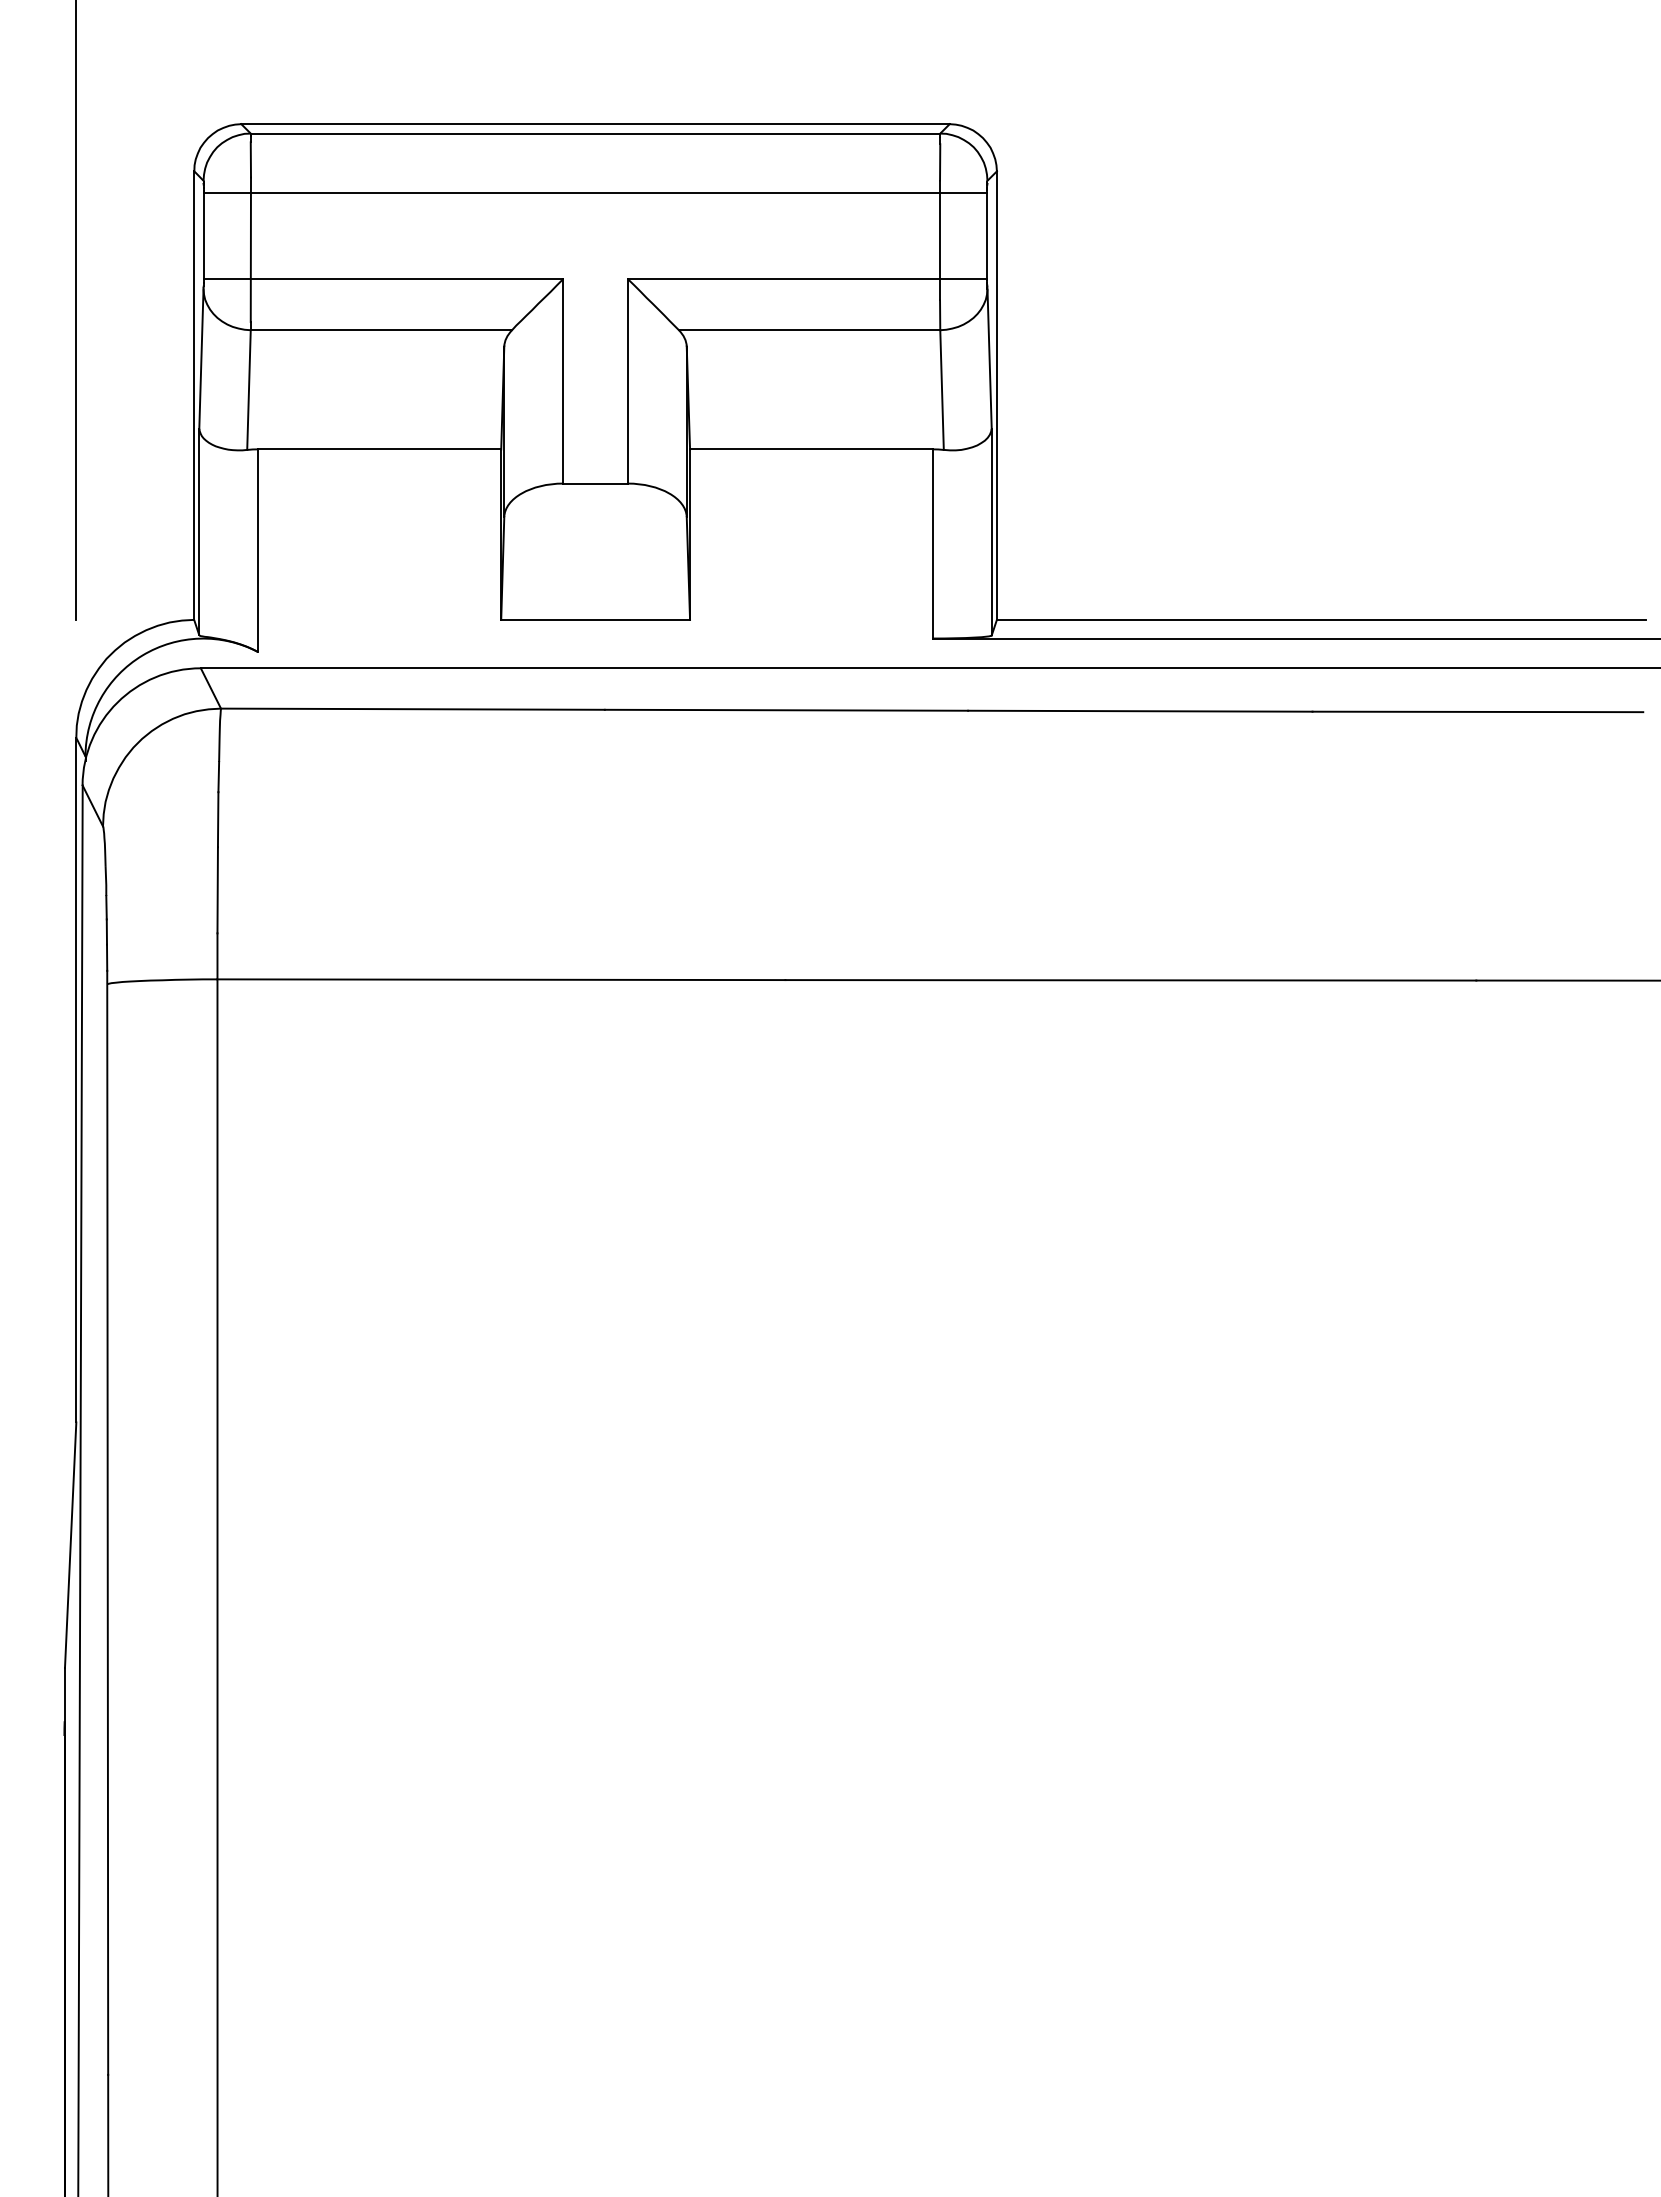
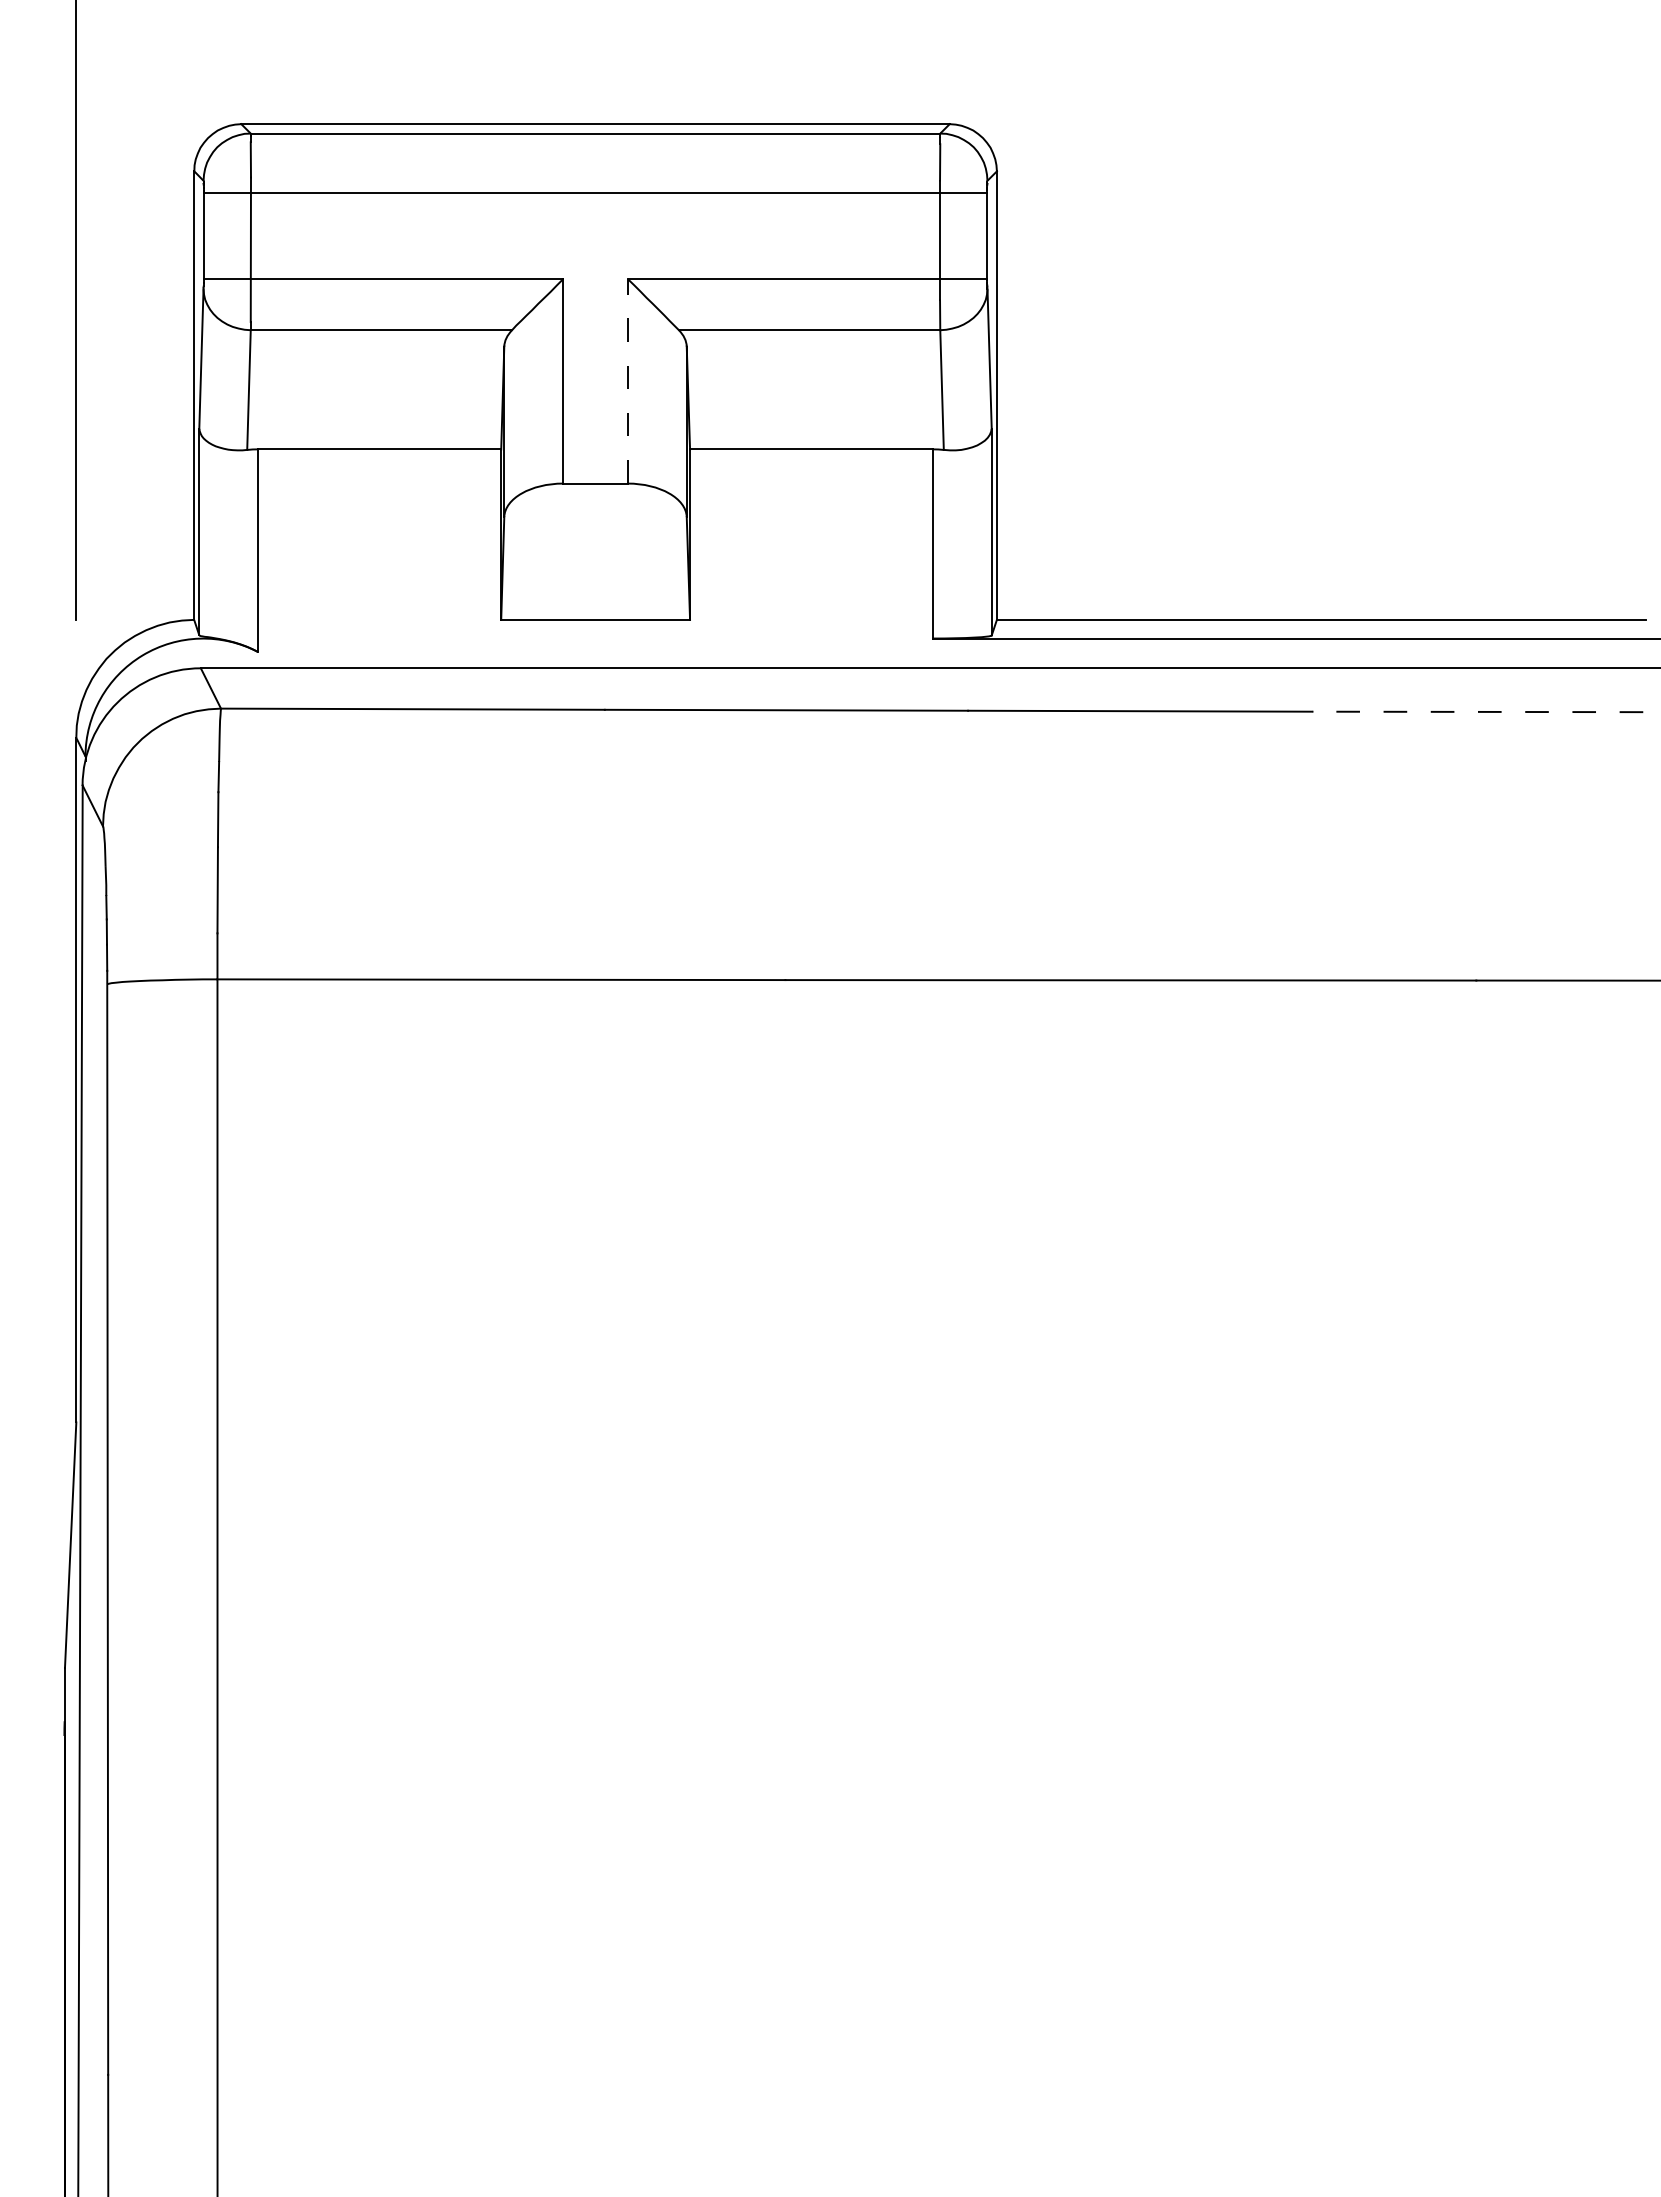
line at (627, 380): solid -> dashed
line at (1477, 711): solid -> dashed
